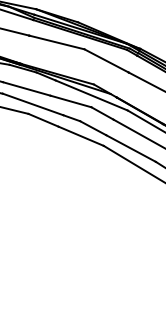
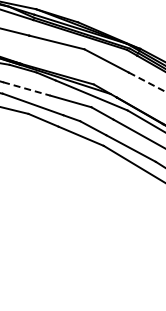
line at (147, 82): solid -> dashed
line at (26, 88): solid -> dashed
